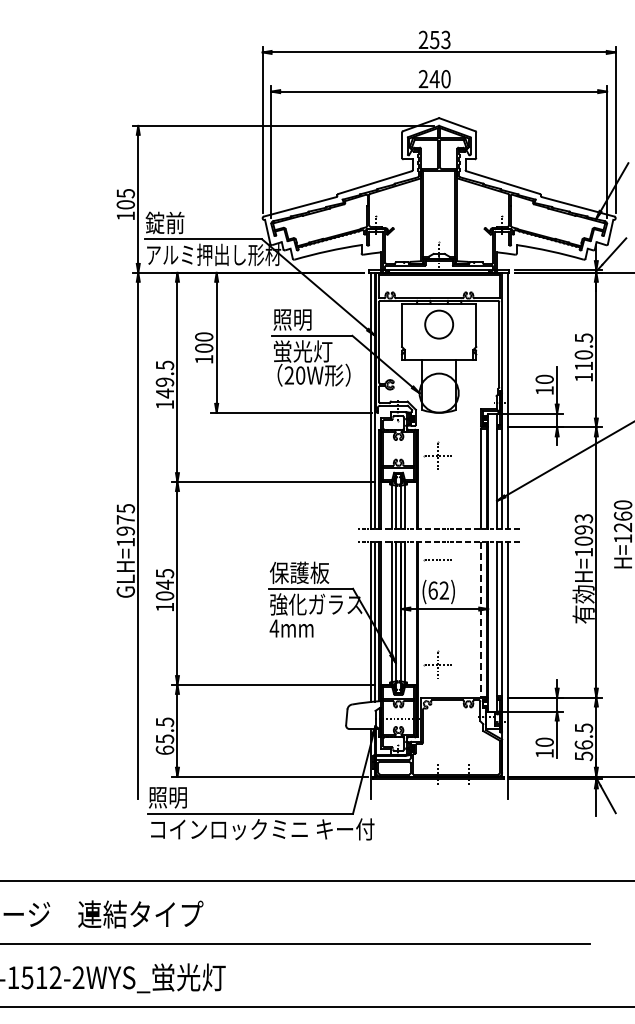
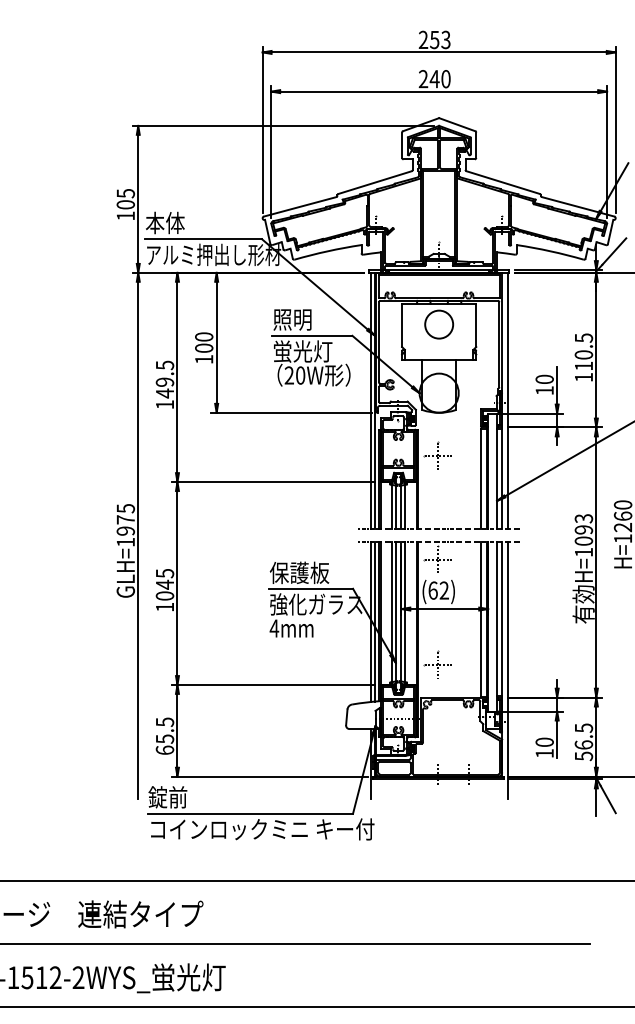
text at (164, 222): 錠前 -> 本体
line at (438, 560): none -> present
line at (480, 619): dashed -> solid
text at (167, 797): 照明 -> 錠前
